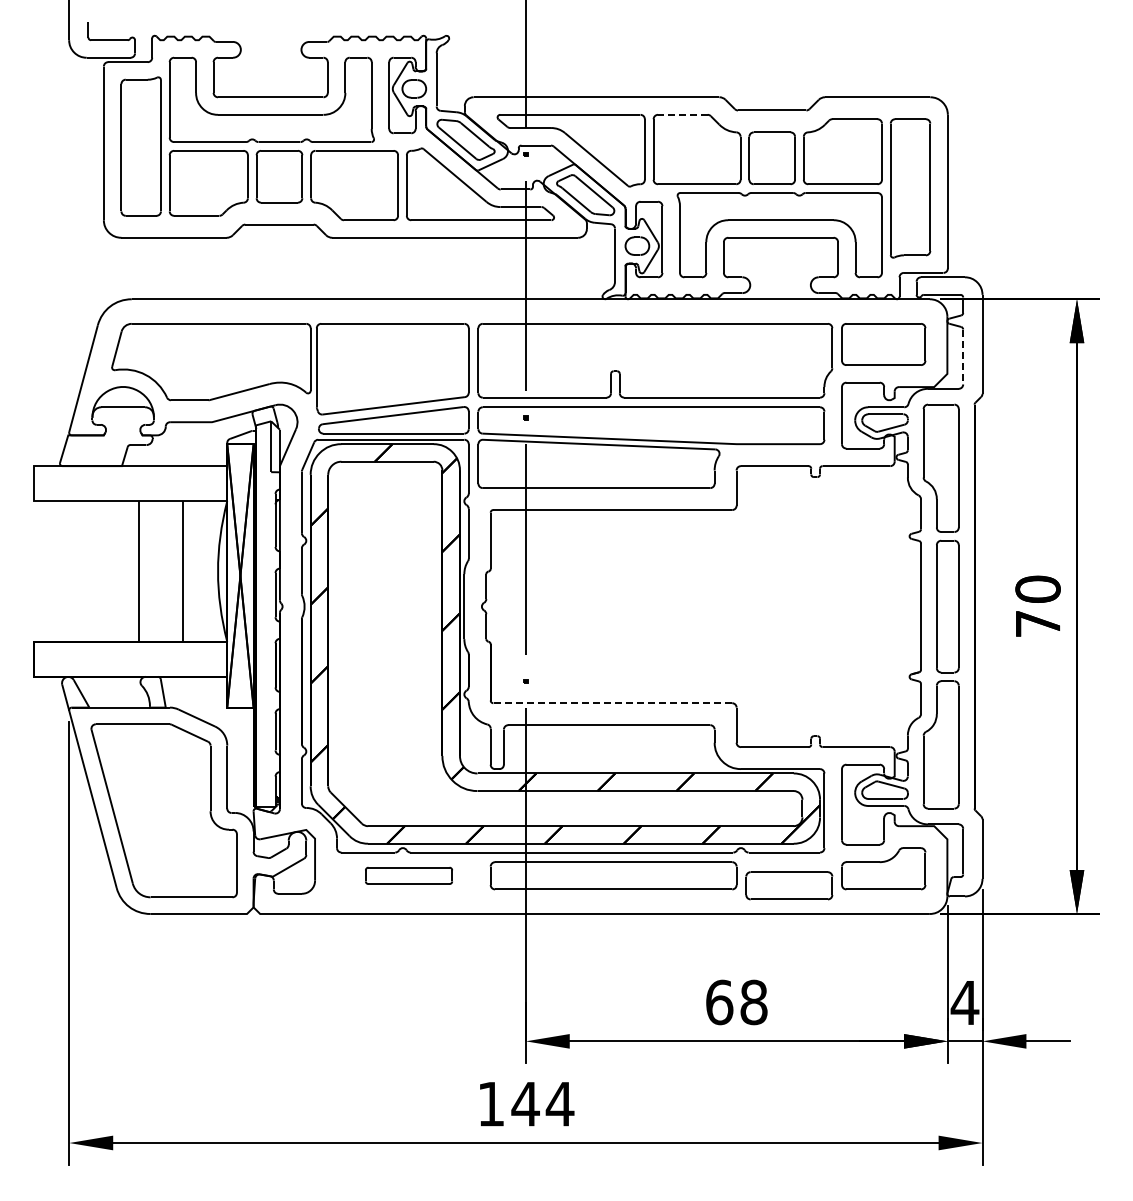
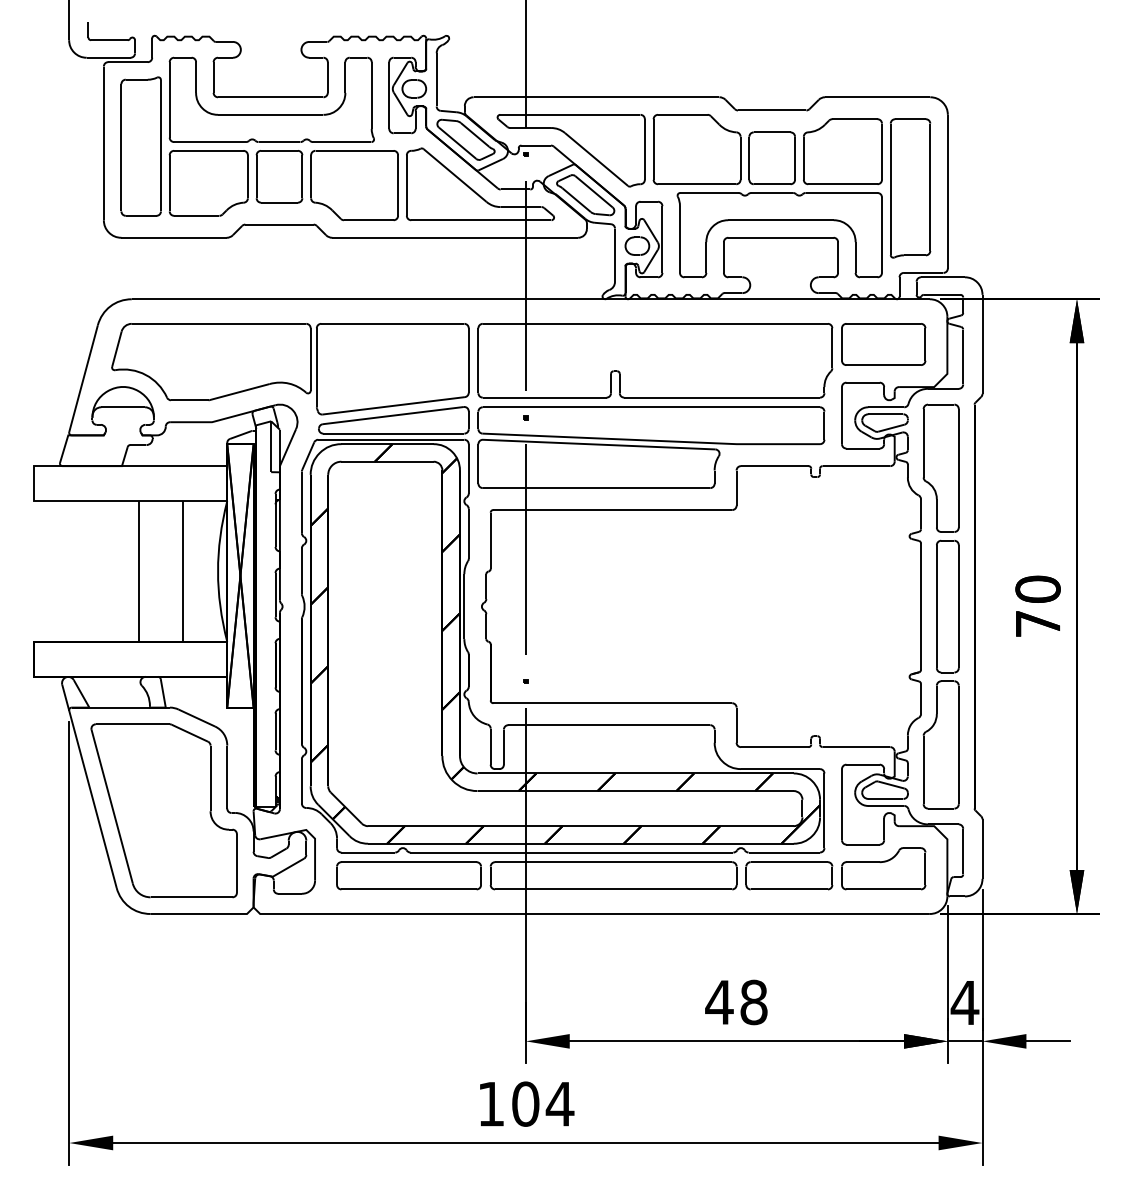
line at (682, 114): dashed -> solid
line at (963, 357): dashed -> solid
line at (612, 703): dashed -> solid
part at (408, 875) size: 88x19 px -> 146x30 px
part at (789, 885) position: (789, 885) -> (789, 875)
text at (719, 1002): 68 -> 48
text at (525, 1103): 144 -> 104
